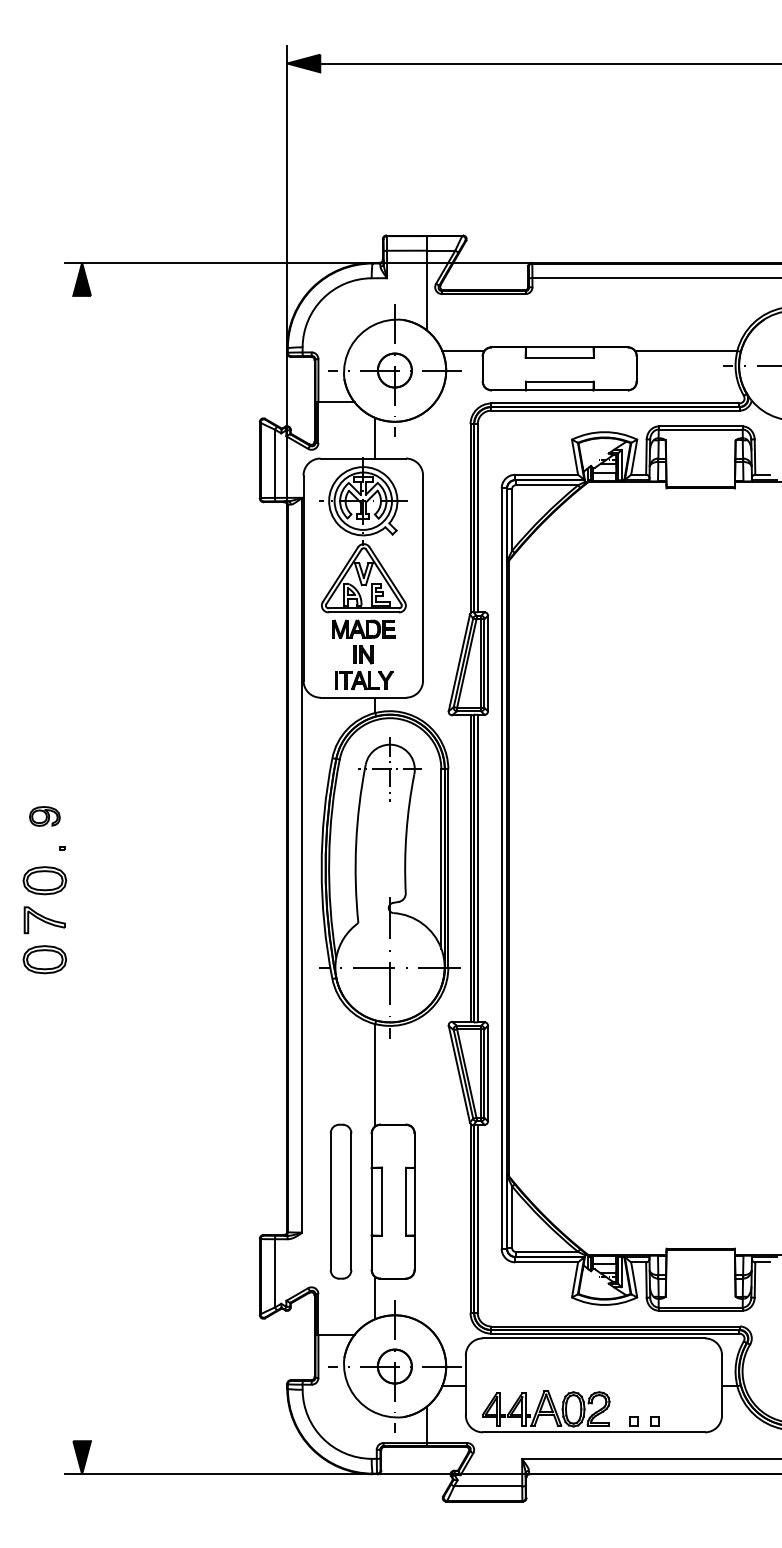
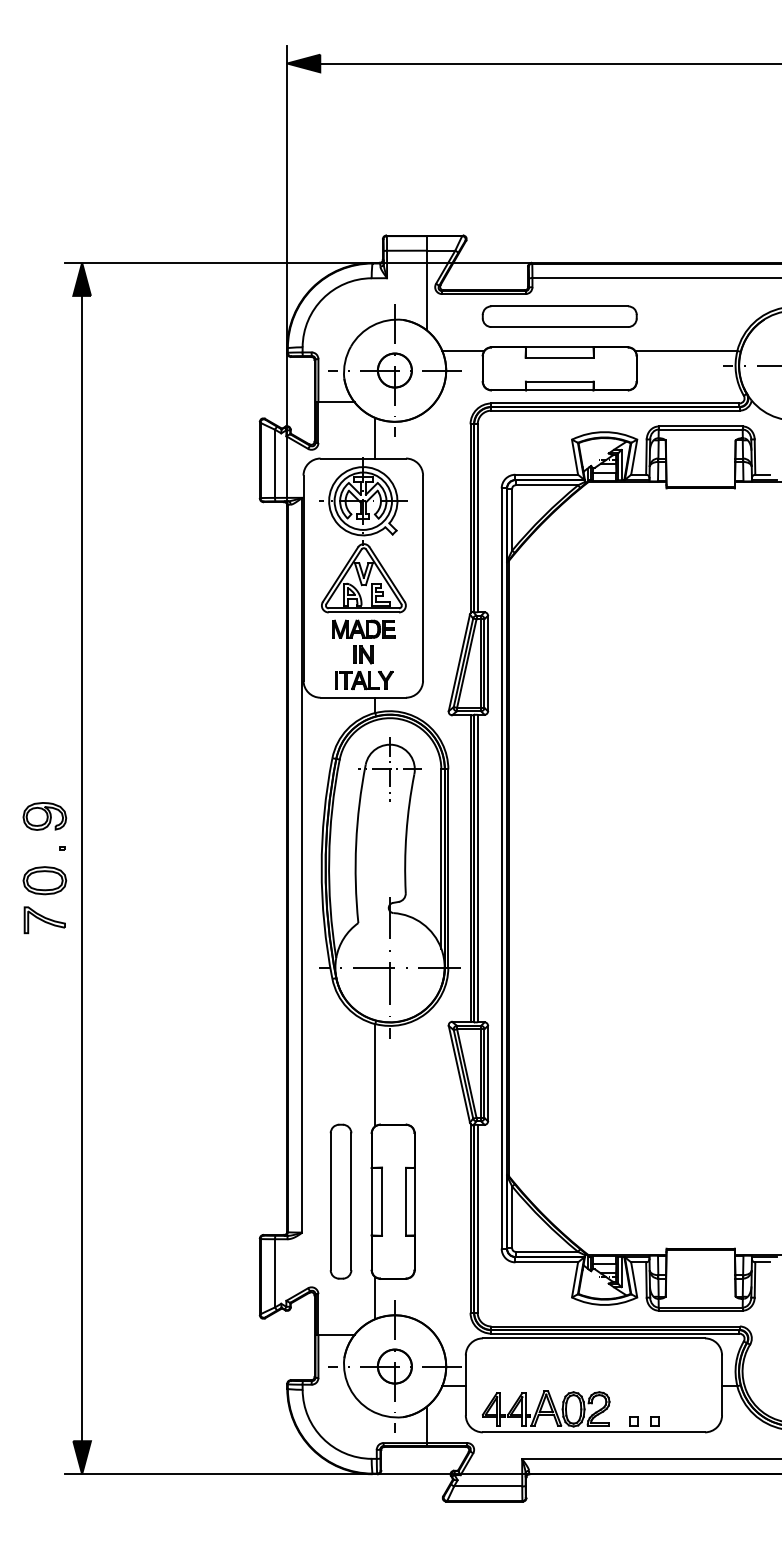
part at (559, 316): none -> present
part at (44, 816) size: 32x21 px -> 46x29 px
line at (82, 868): none -> present
part at (44, 959): present -> none
